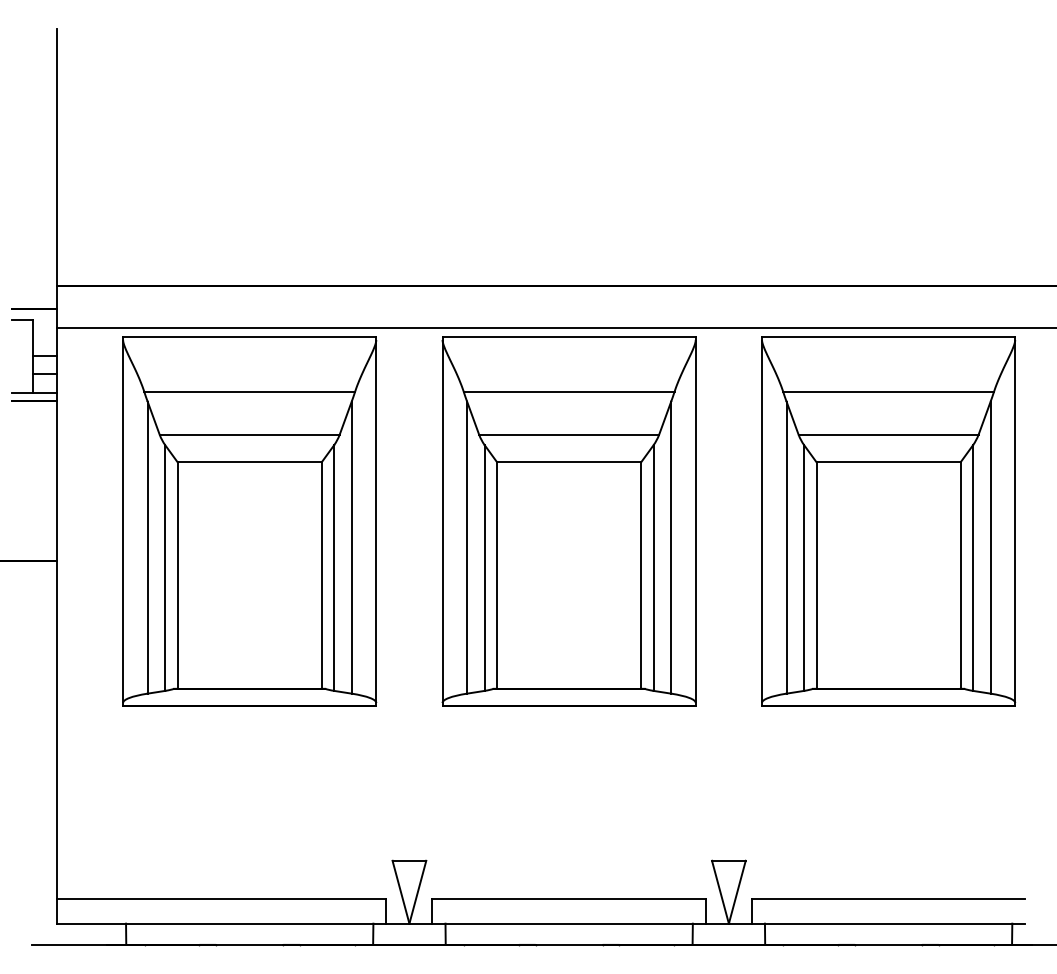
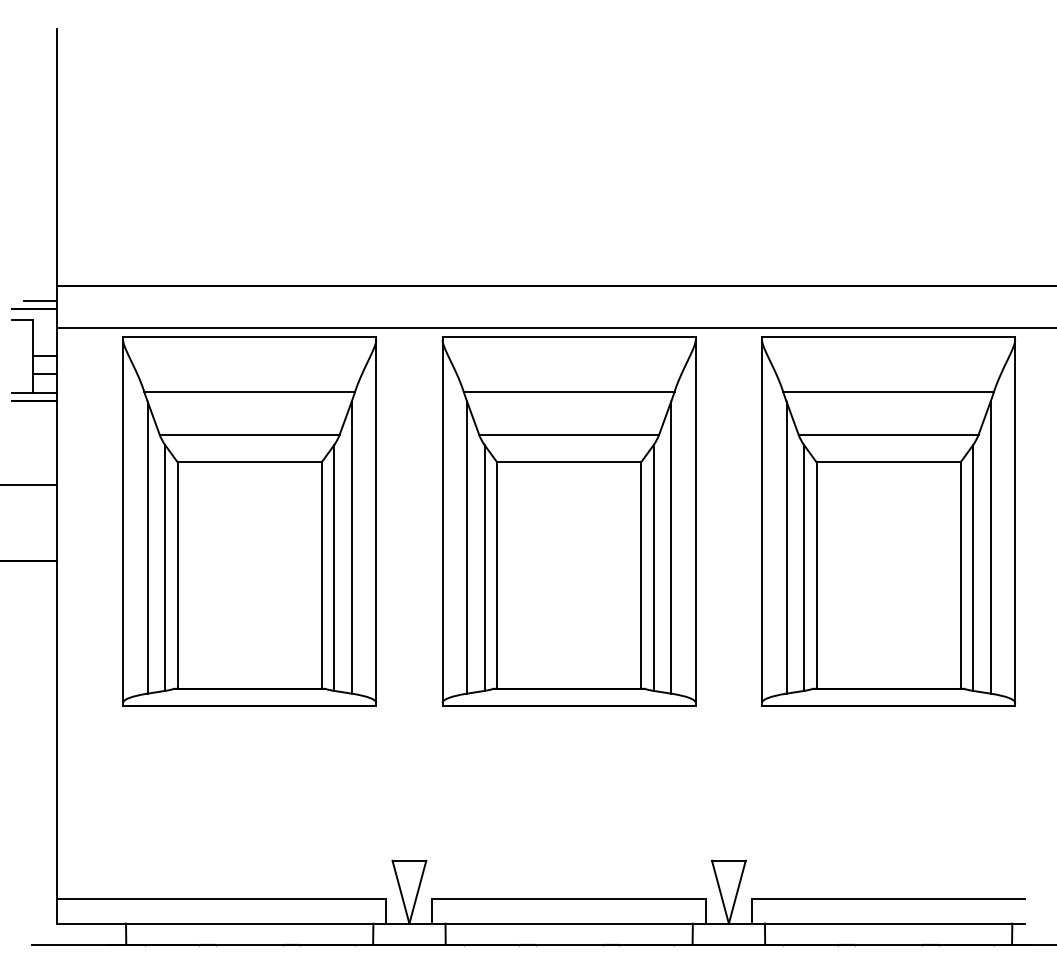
line at (40, 300): none -> present
line at (29, 485): none -> present
